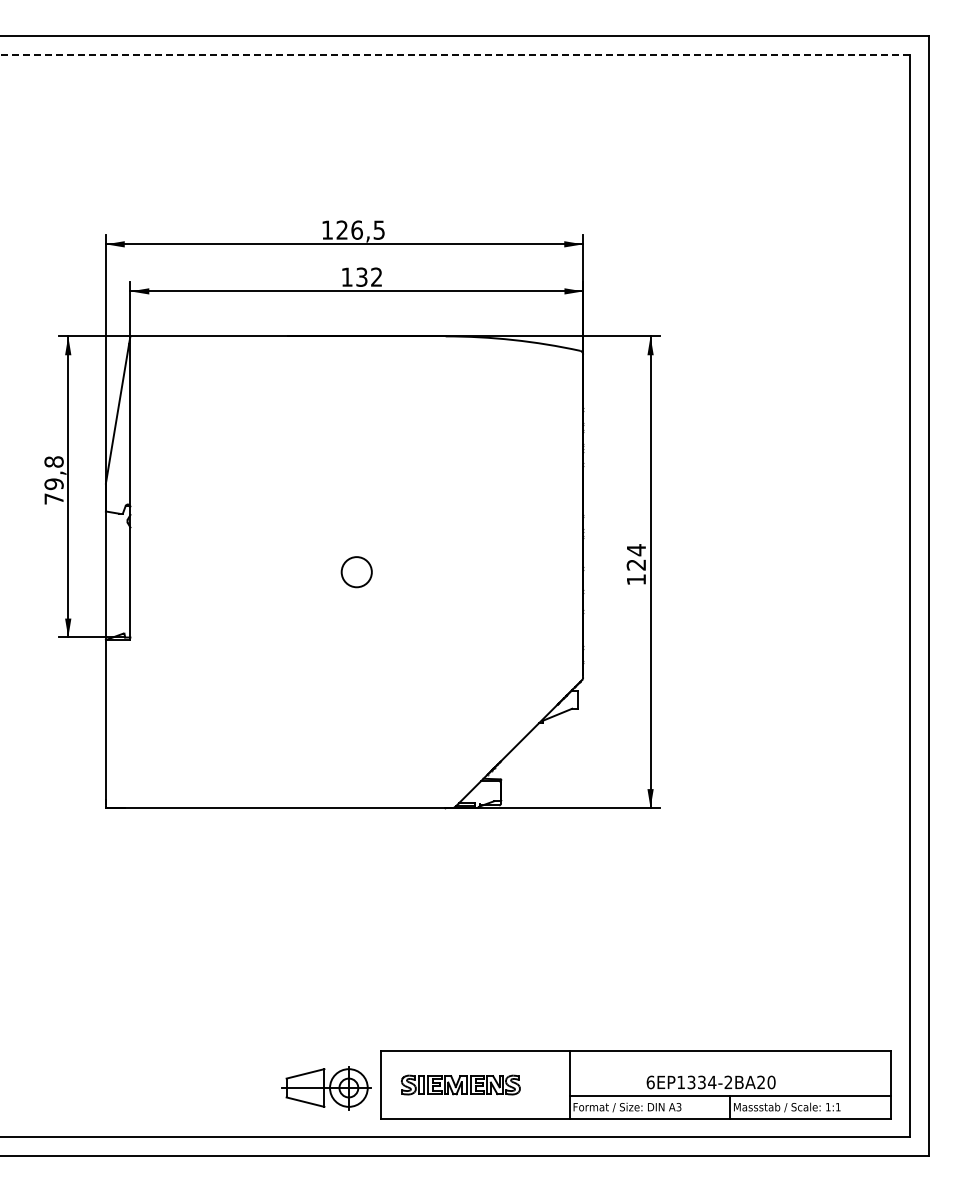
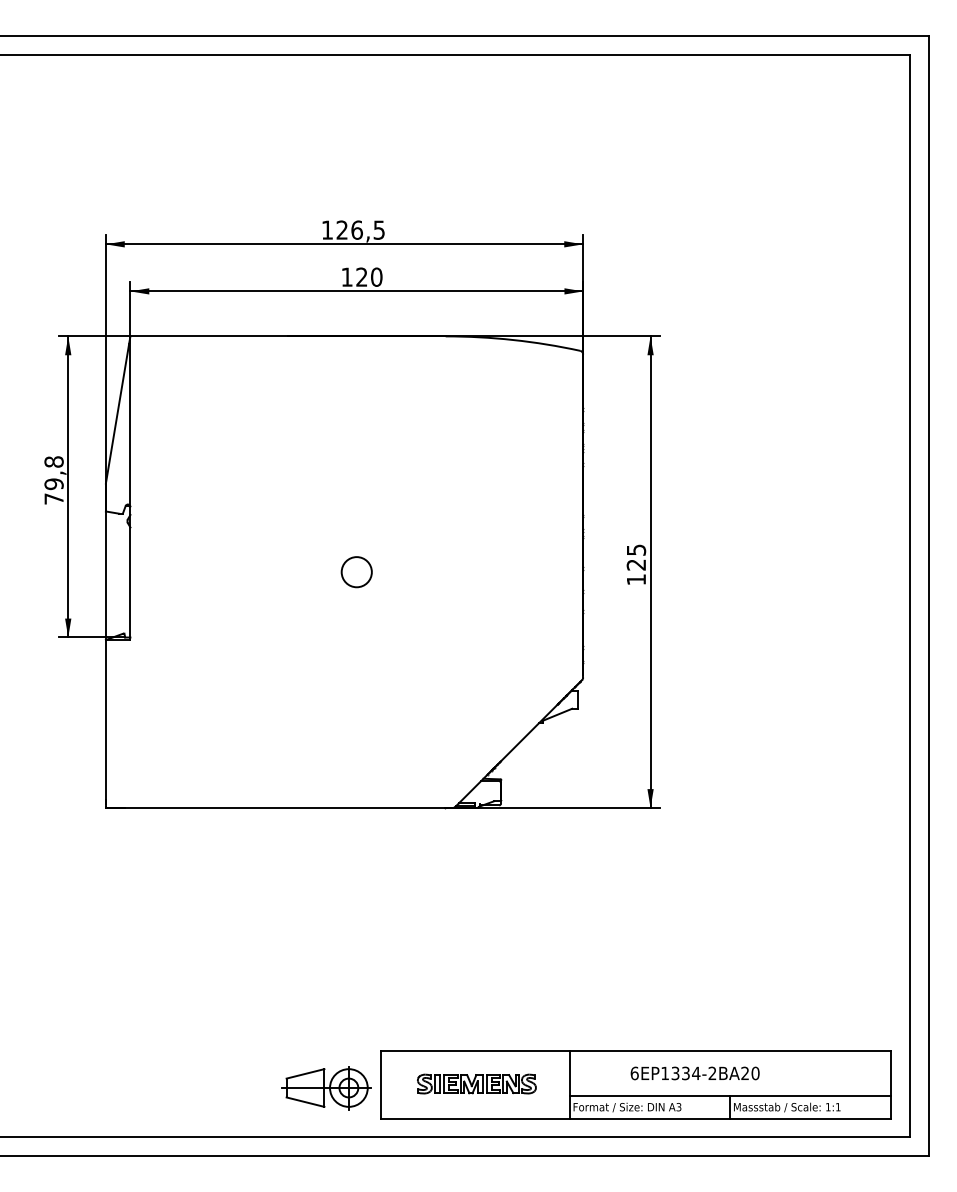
line at (454, 54): dashed -> solid
text at (369, 276): 132 -> 120
text at (636, 550): 124 -> 125
text at (710, 1082) position: (710, 1082) -> (694, 1073)
part at (460, 1084) position: (460, 1084) -> (476, 1083)
